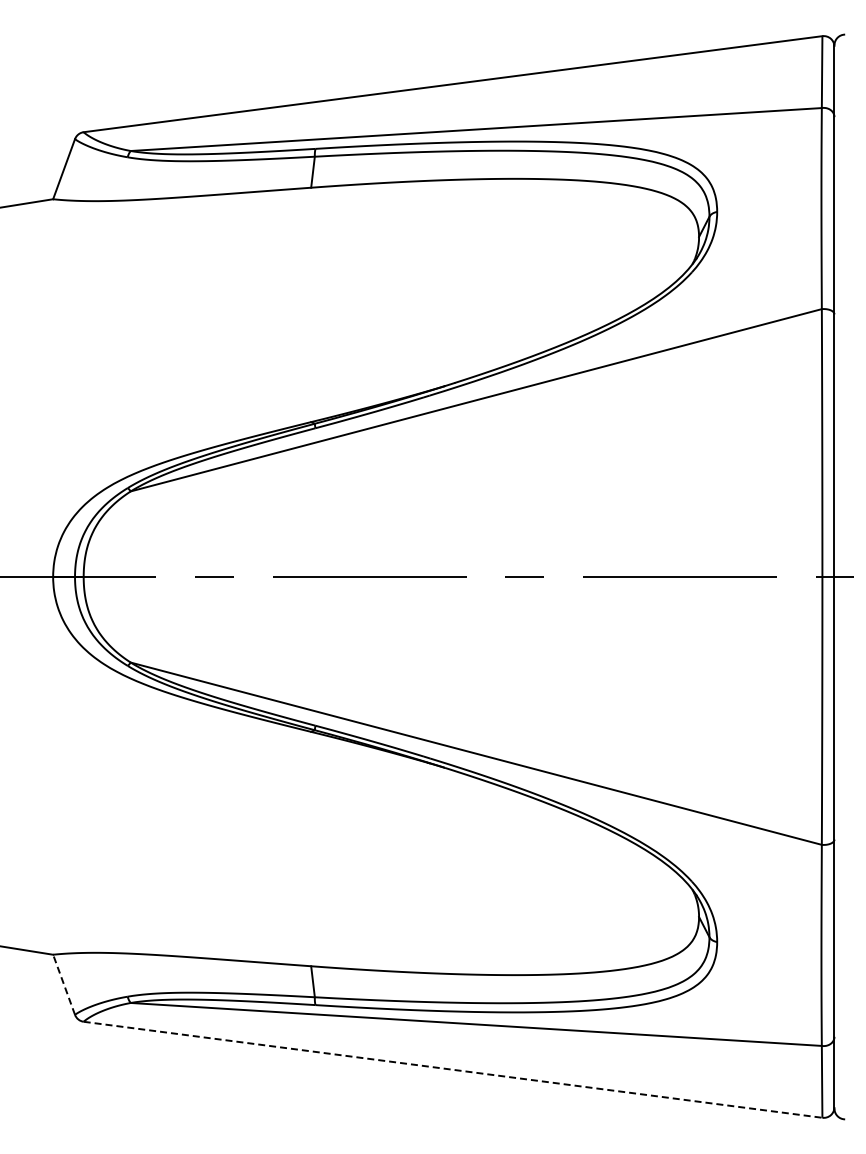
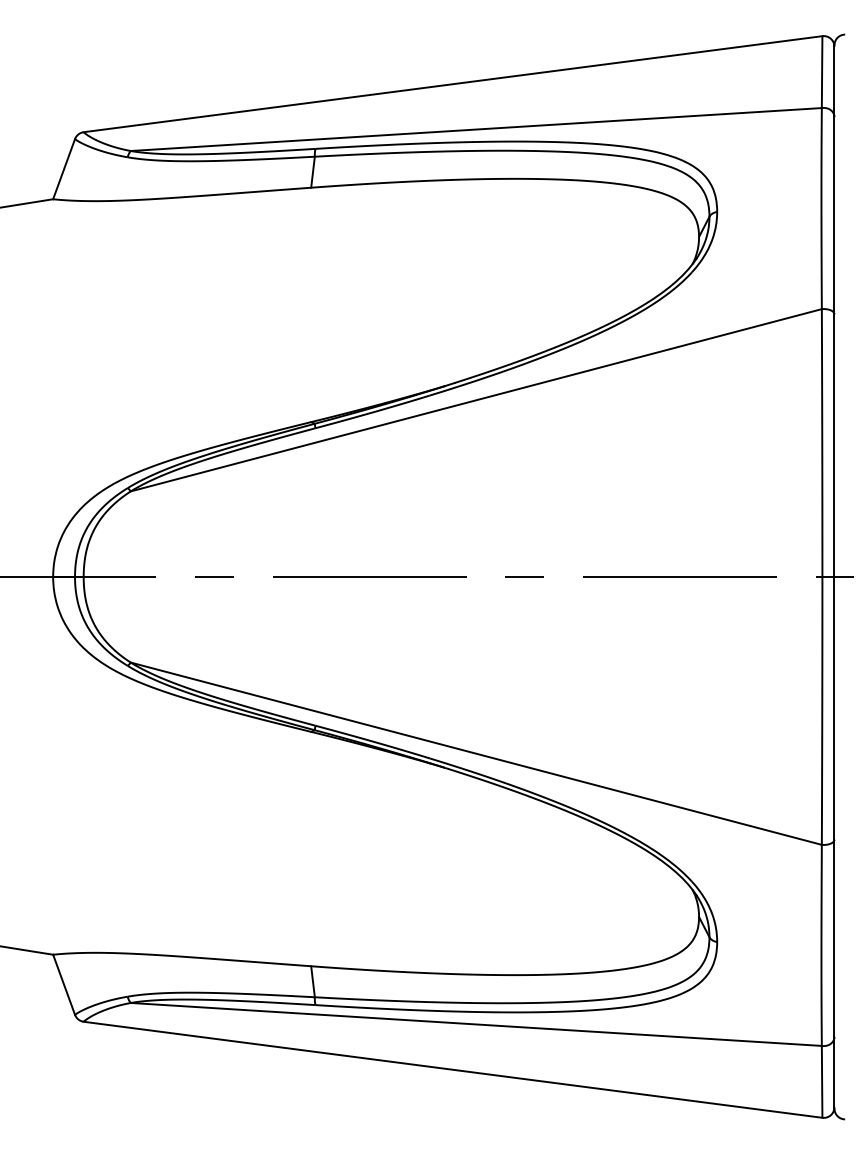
line at (64, 984): dashed -> solid
line at (453, 1069): dashed -> solid
